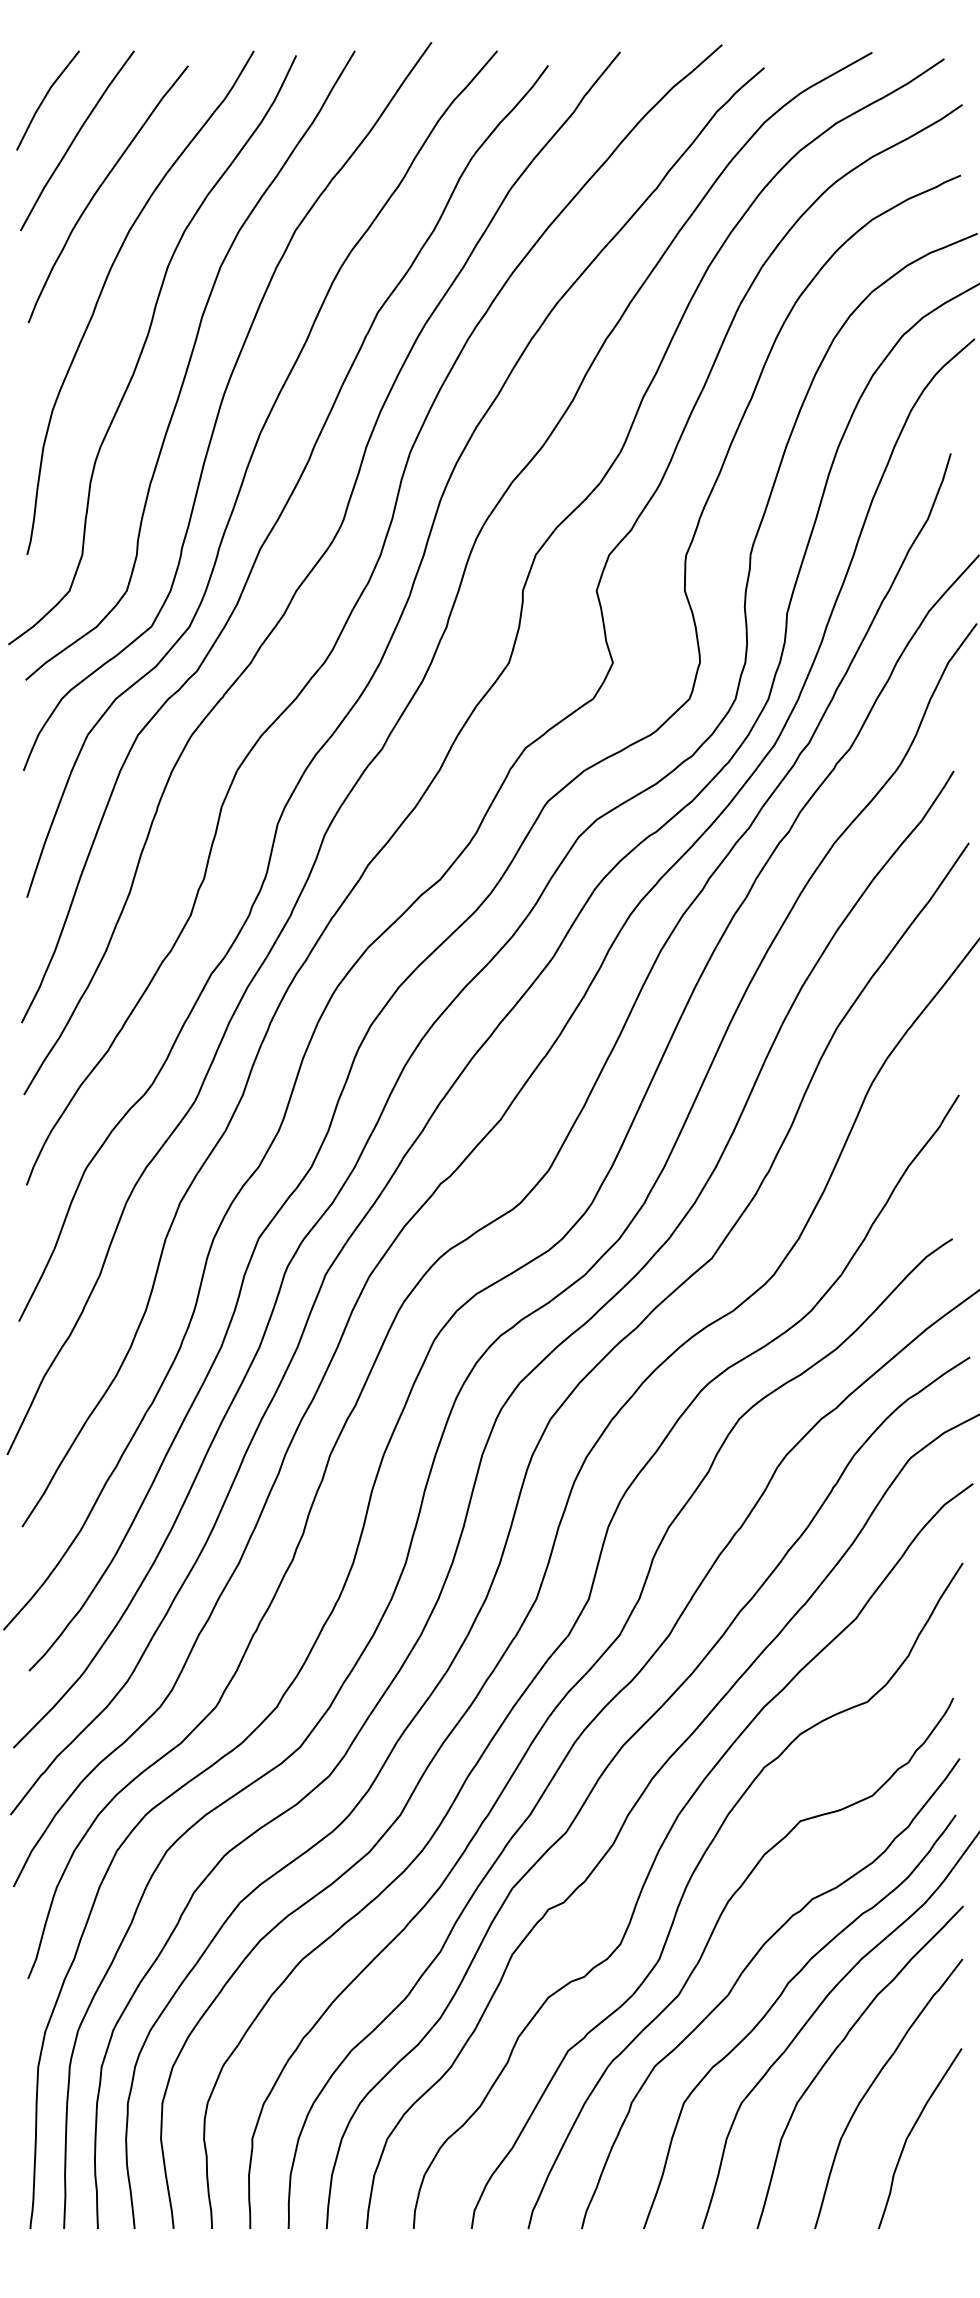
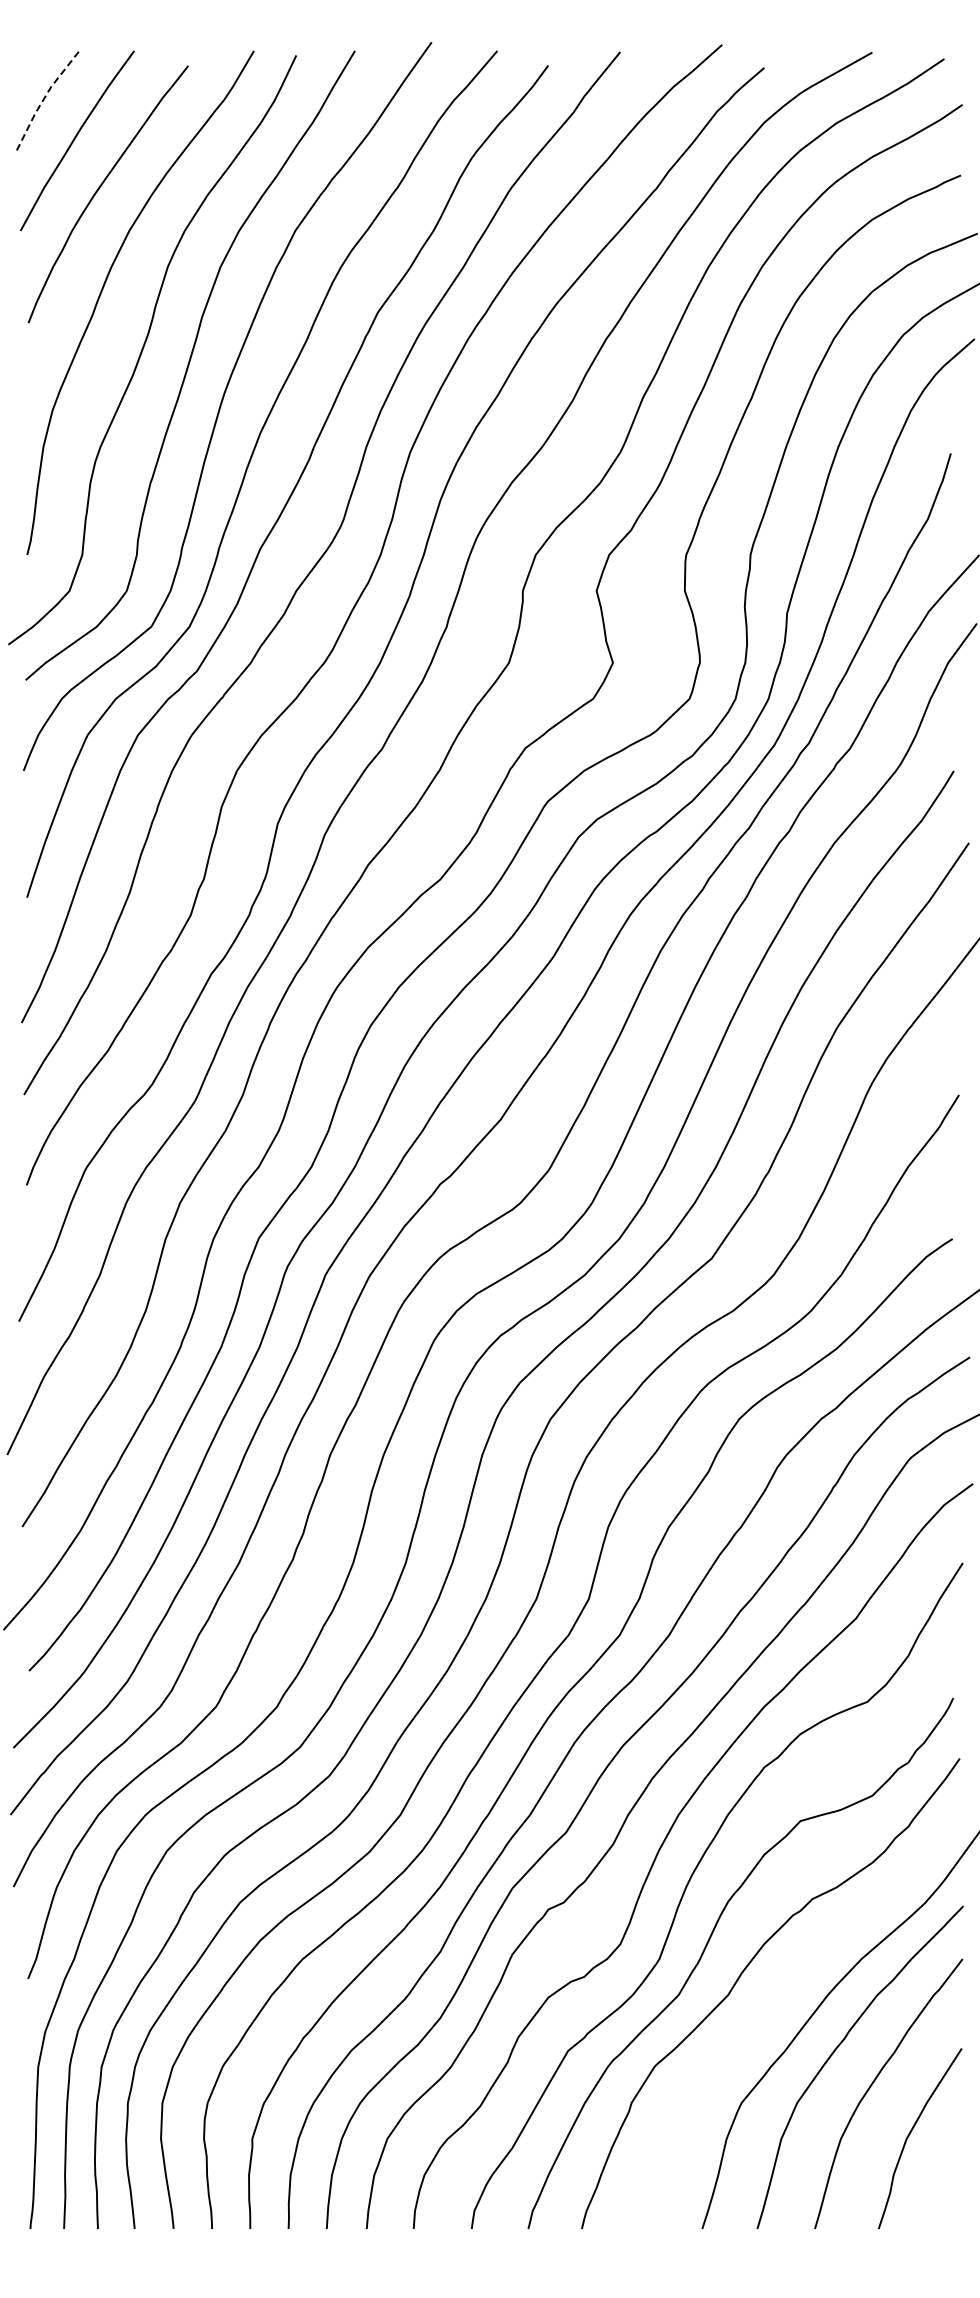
line at (44, 98): solid -> dashed
curve at (776, 2002): present -> none
